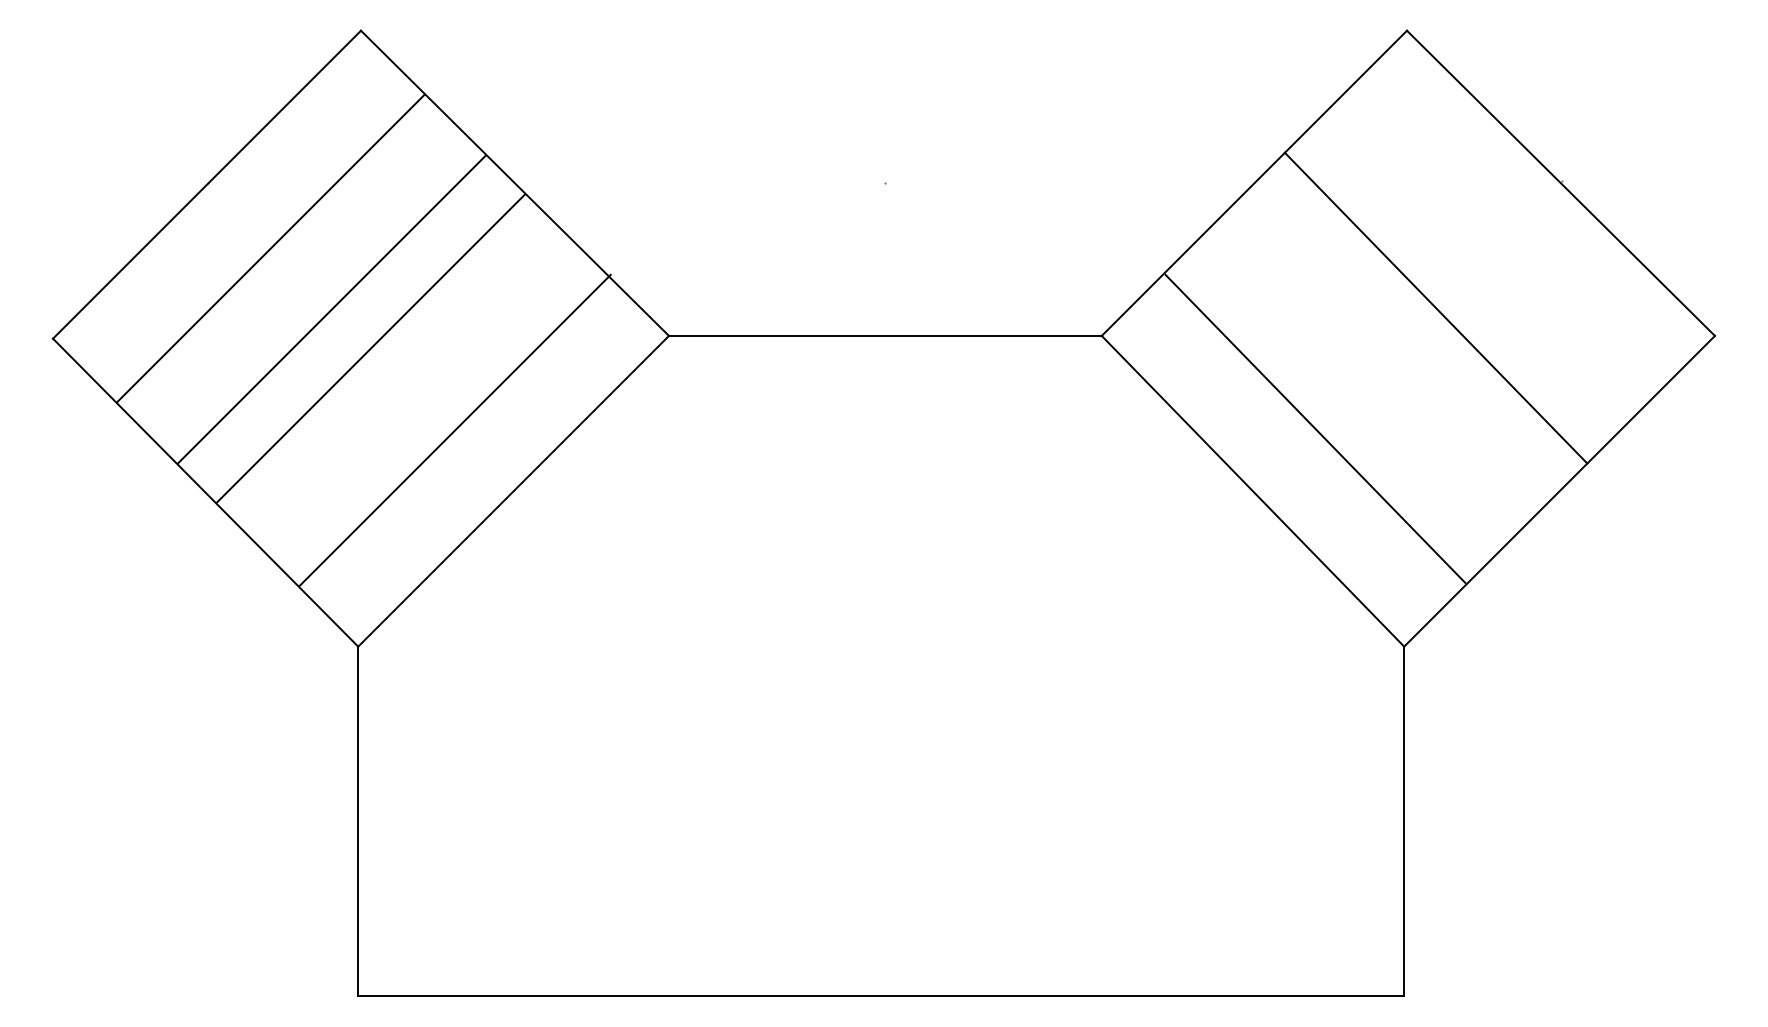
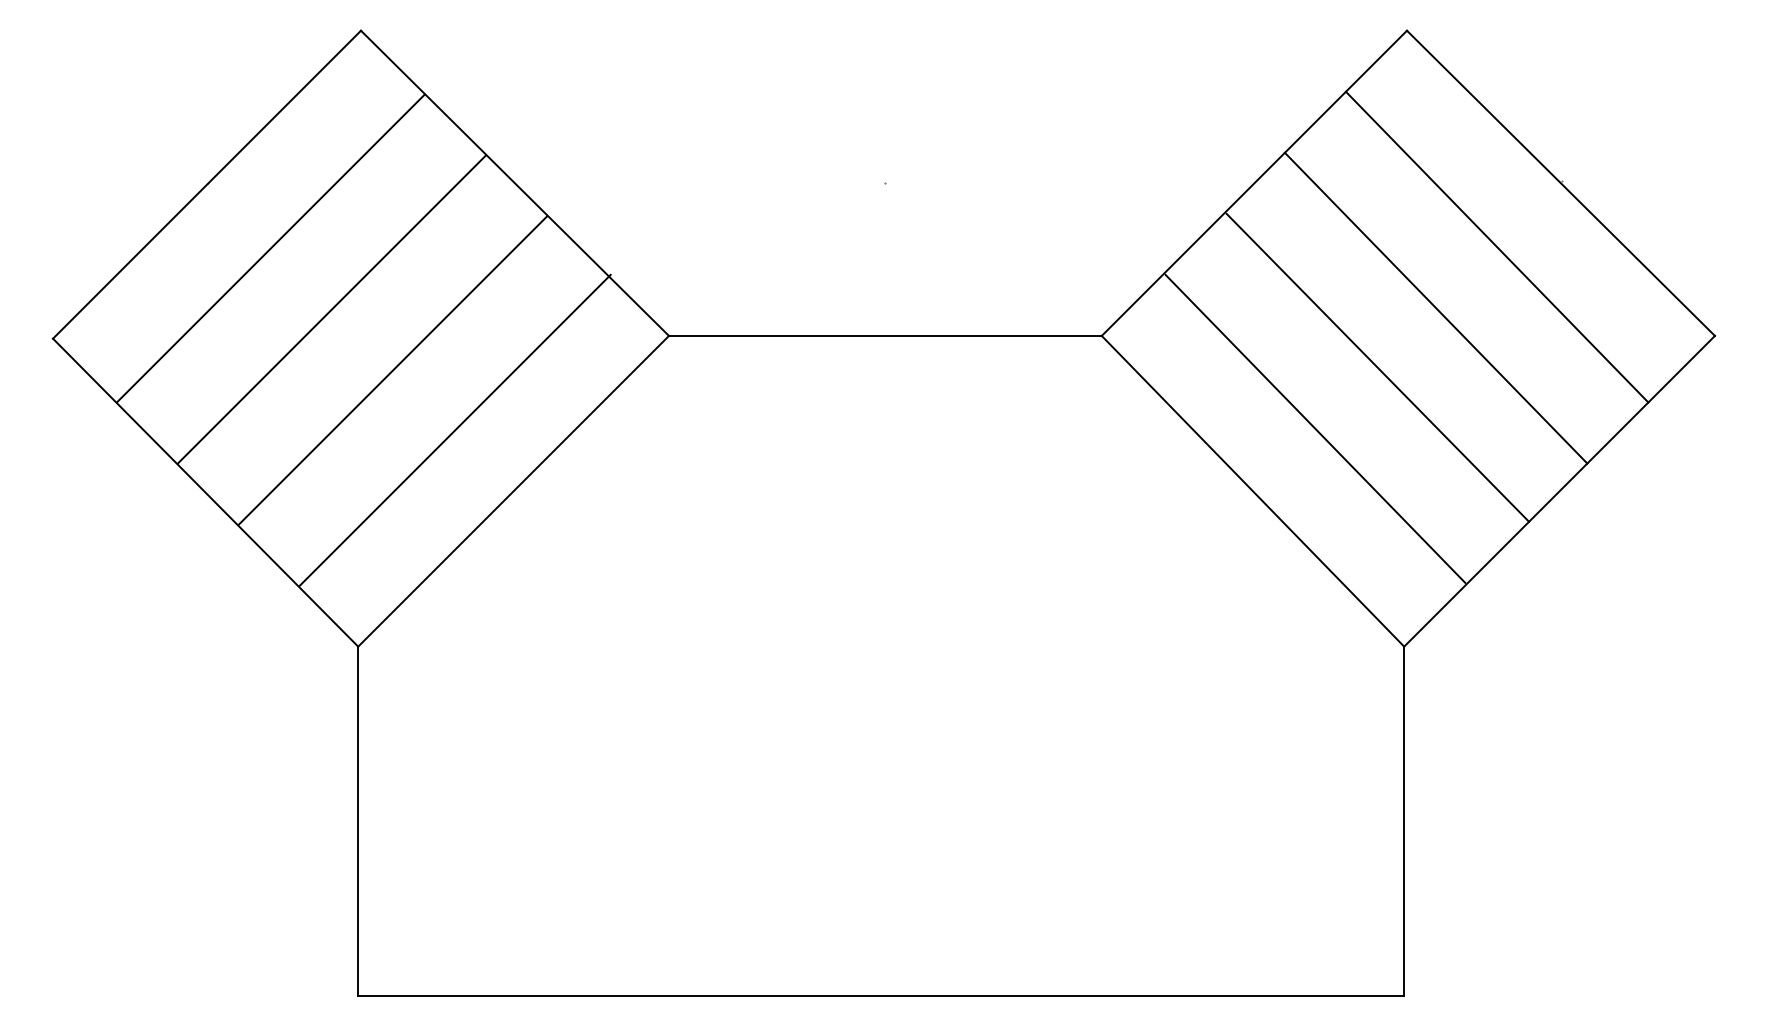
line at (1496, 246): none -> present
line at (370, 348) position: (370, 348) -> (392, 370)
line at (1377, 367): none -> present
